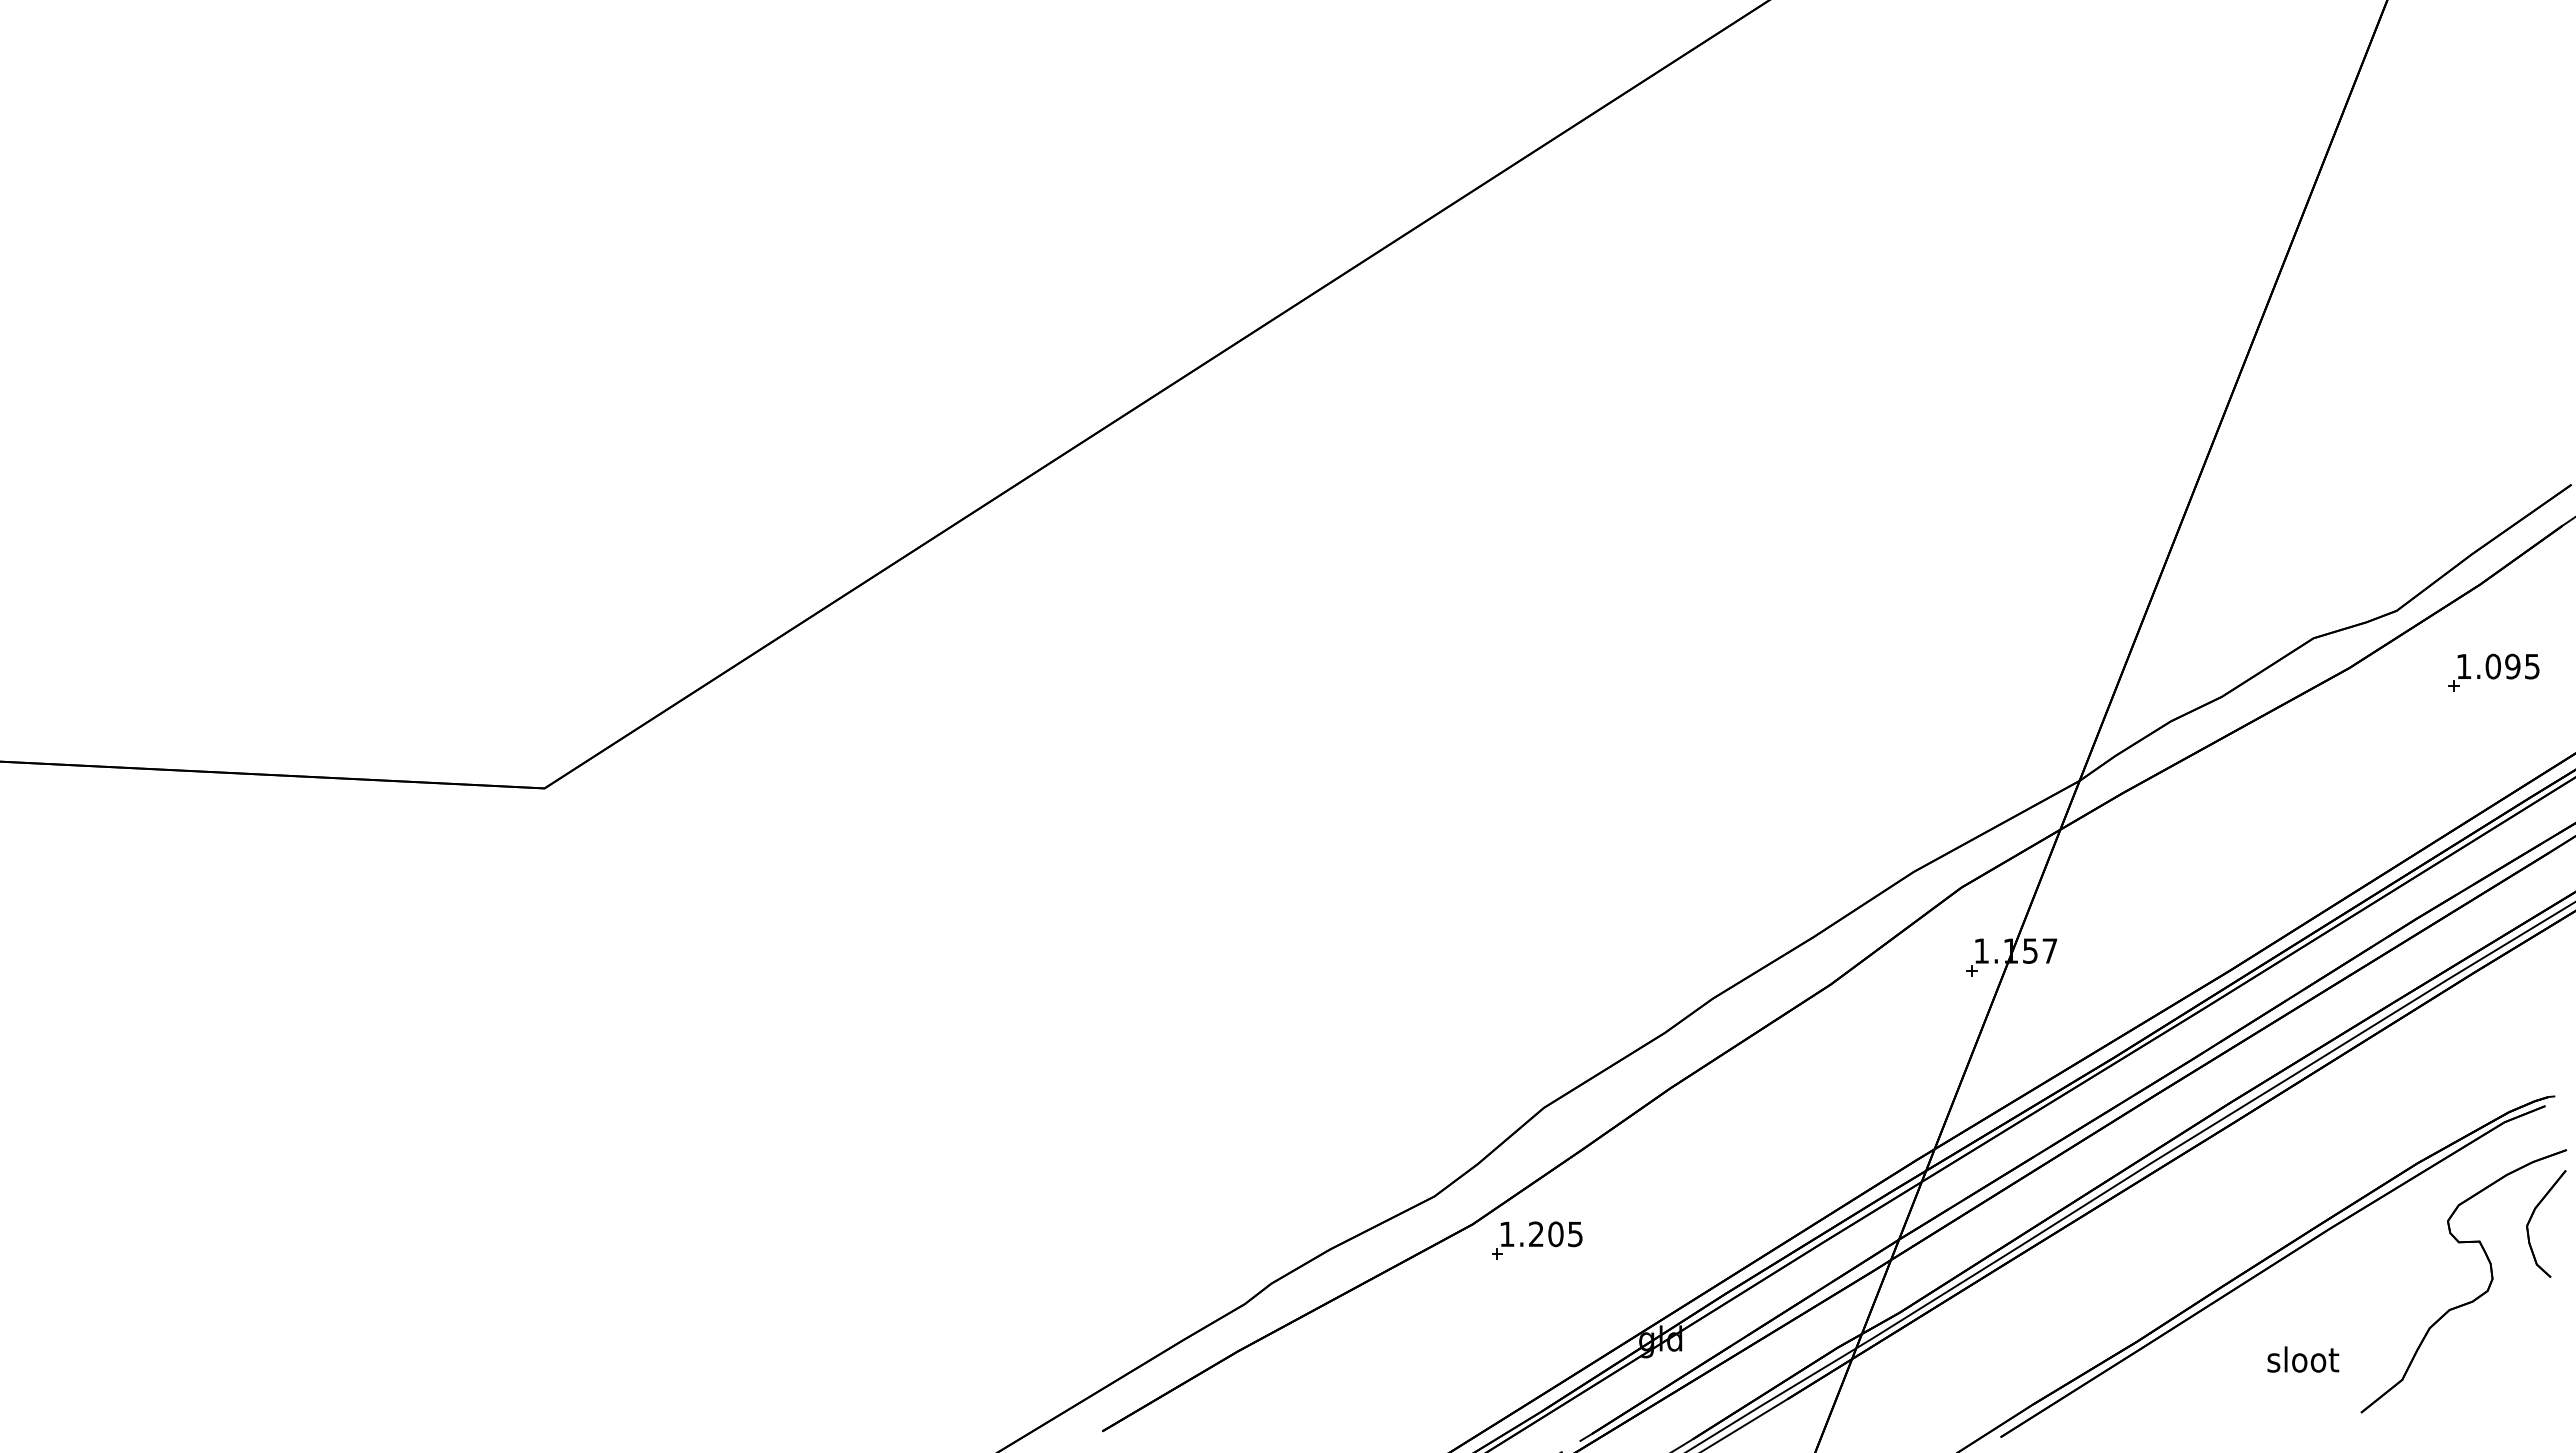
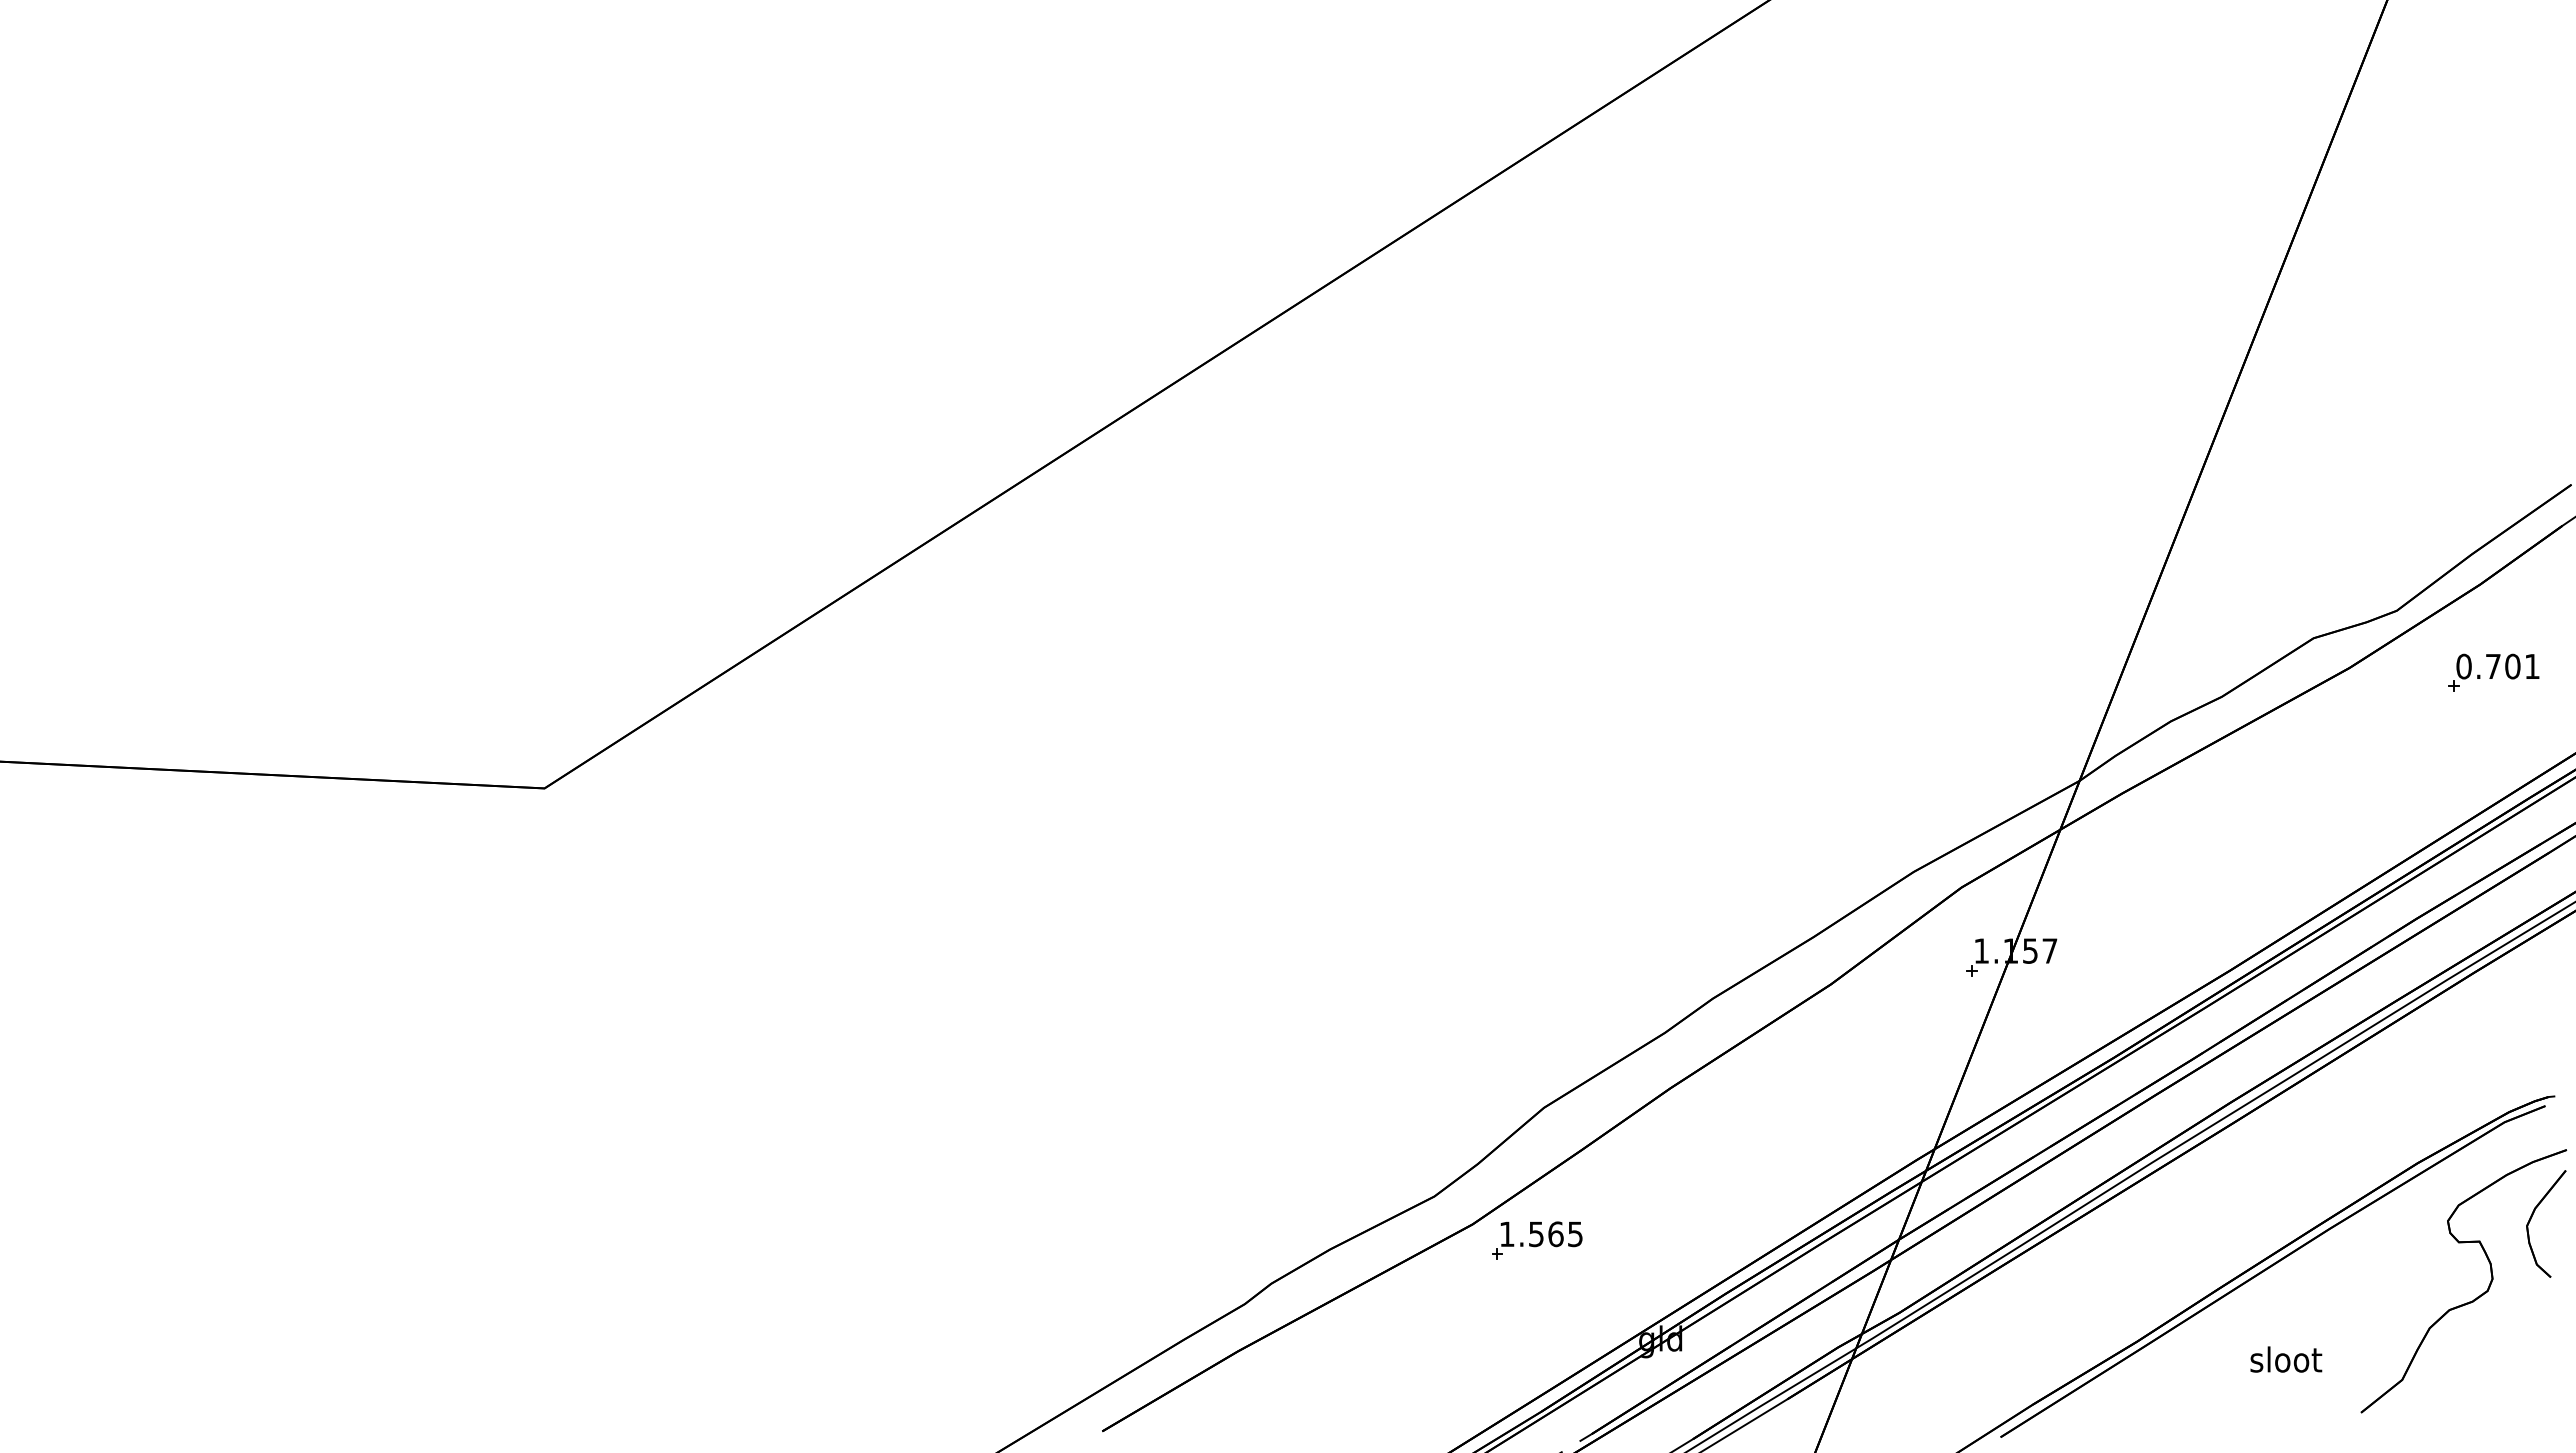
text at (2497, 666): 1.095 -> 0.701
text at (1546, 1234): 1.205 -> 1.565
text at (2303, 1359) position: (2303, 1359) -> (2286, 1359)
